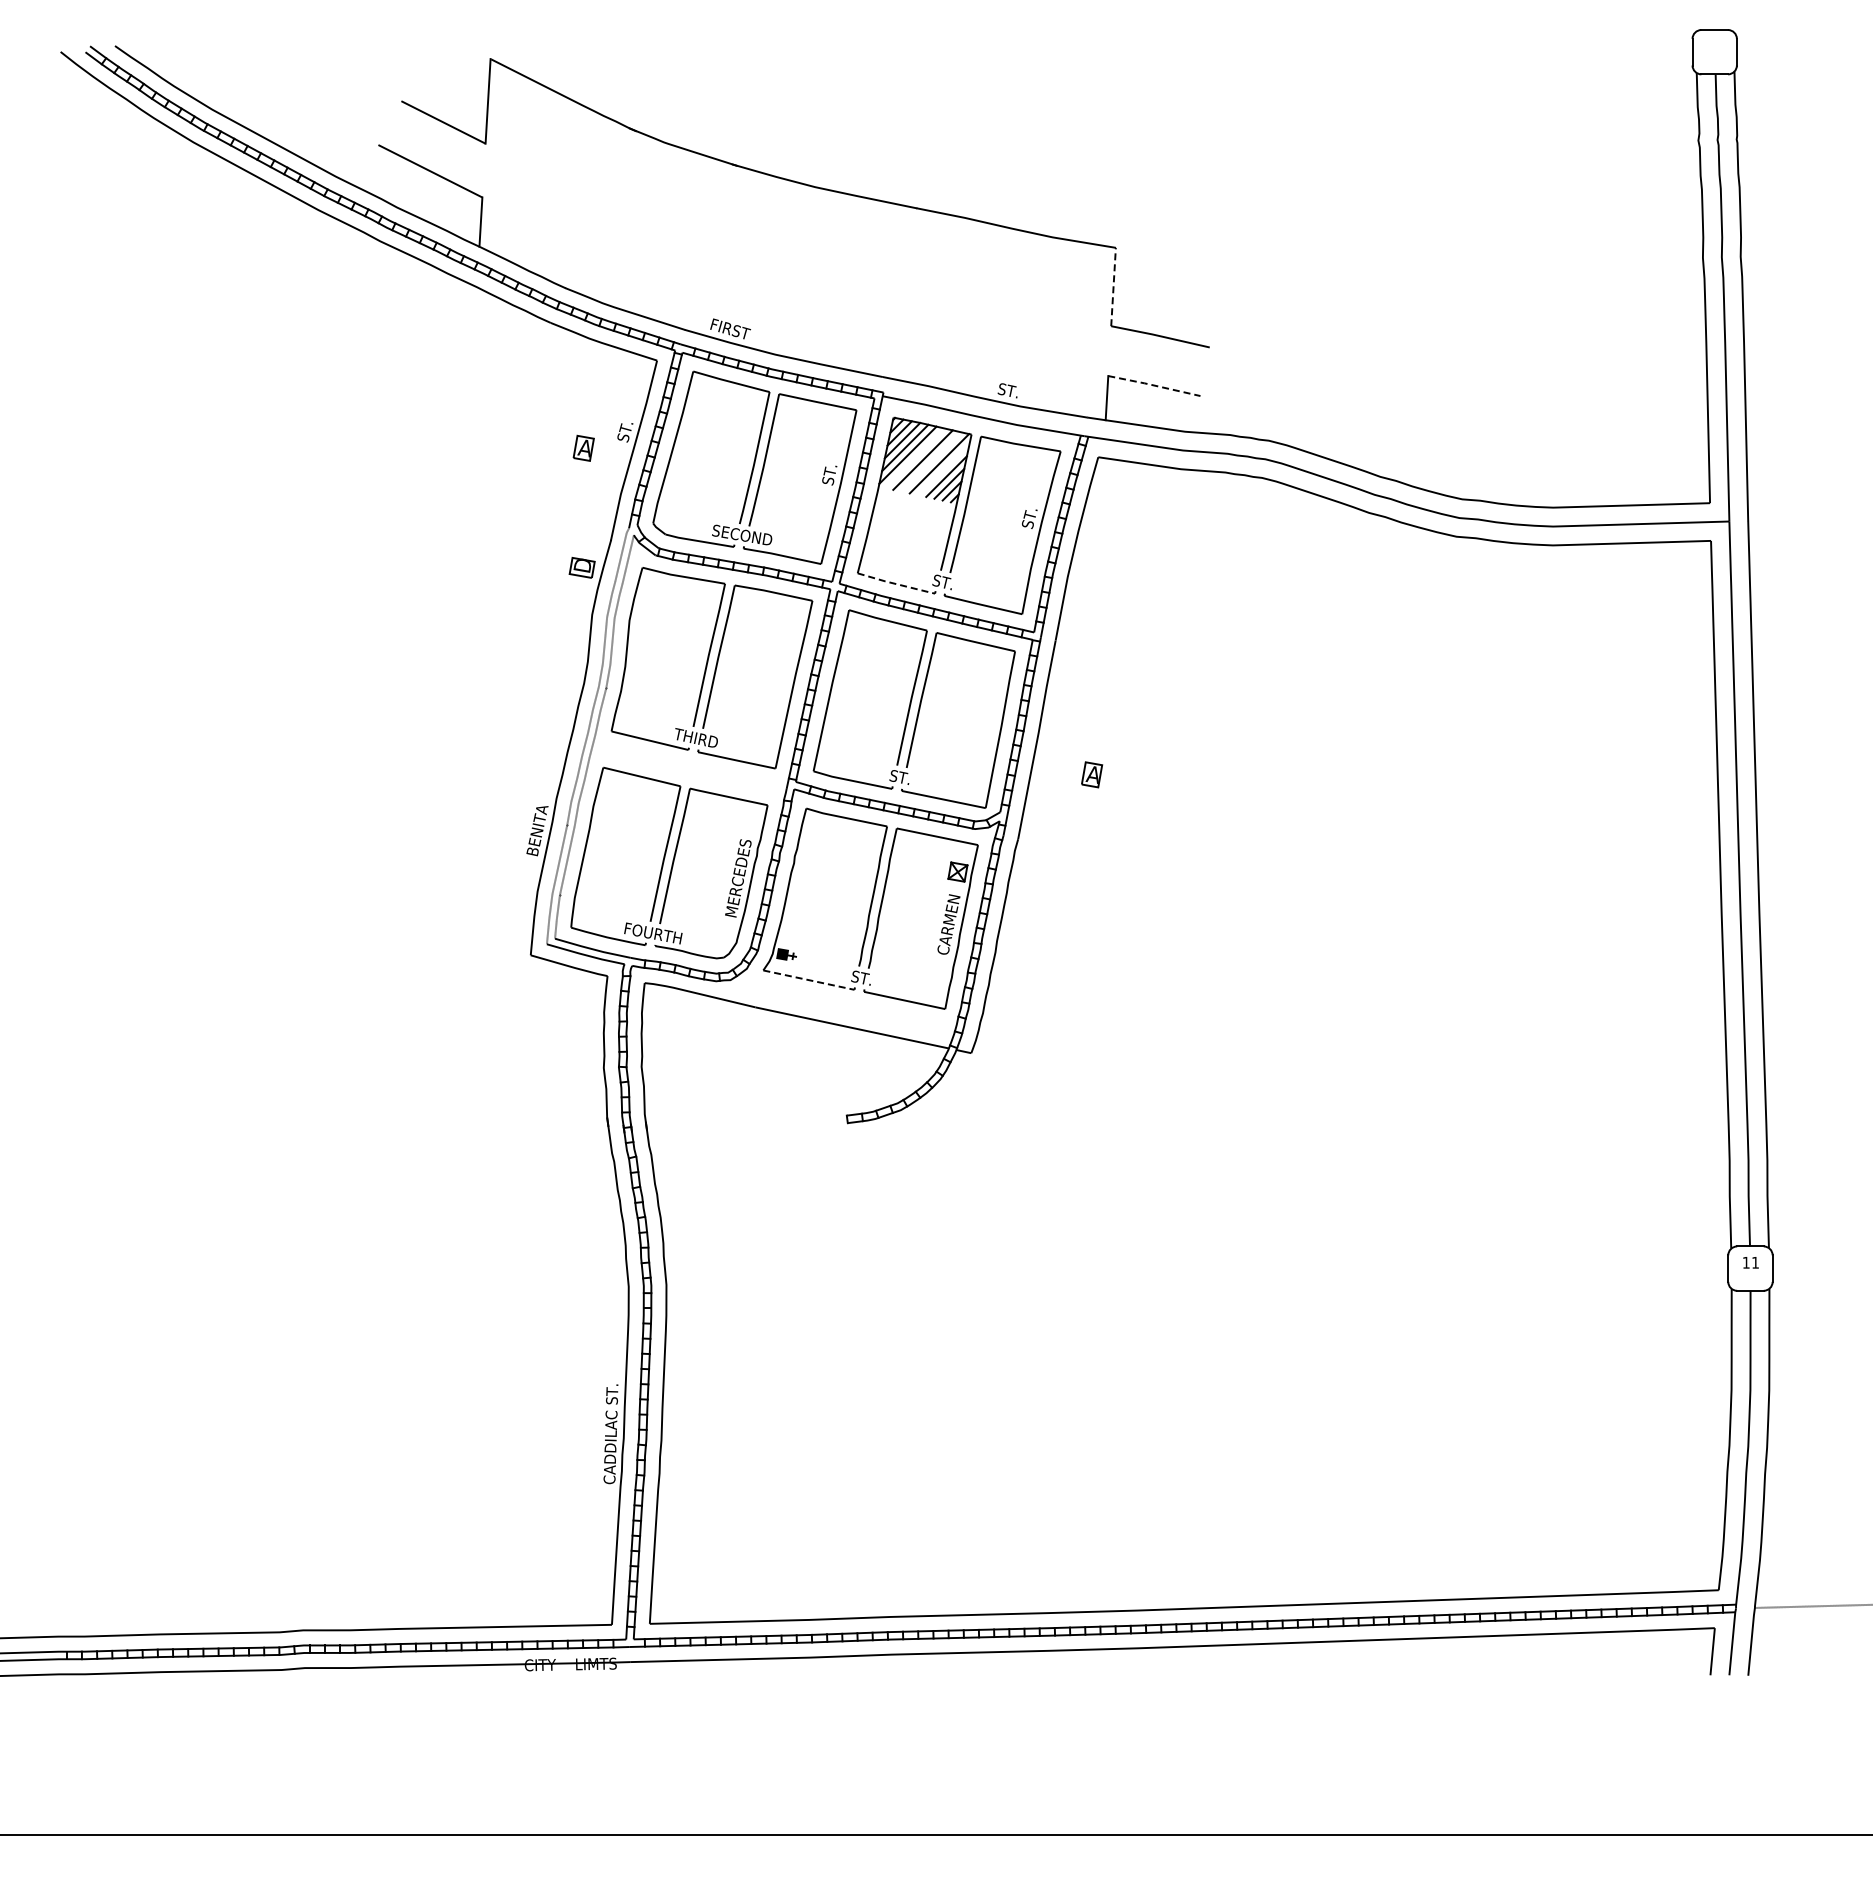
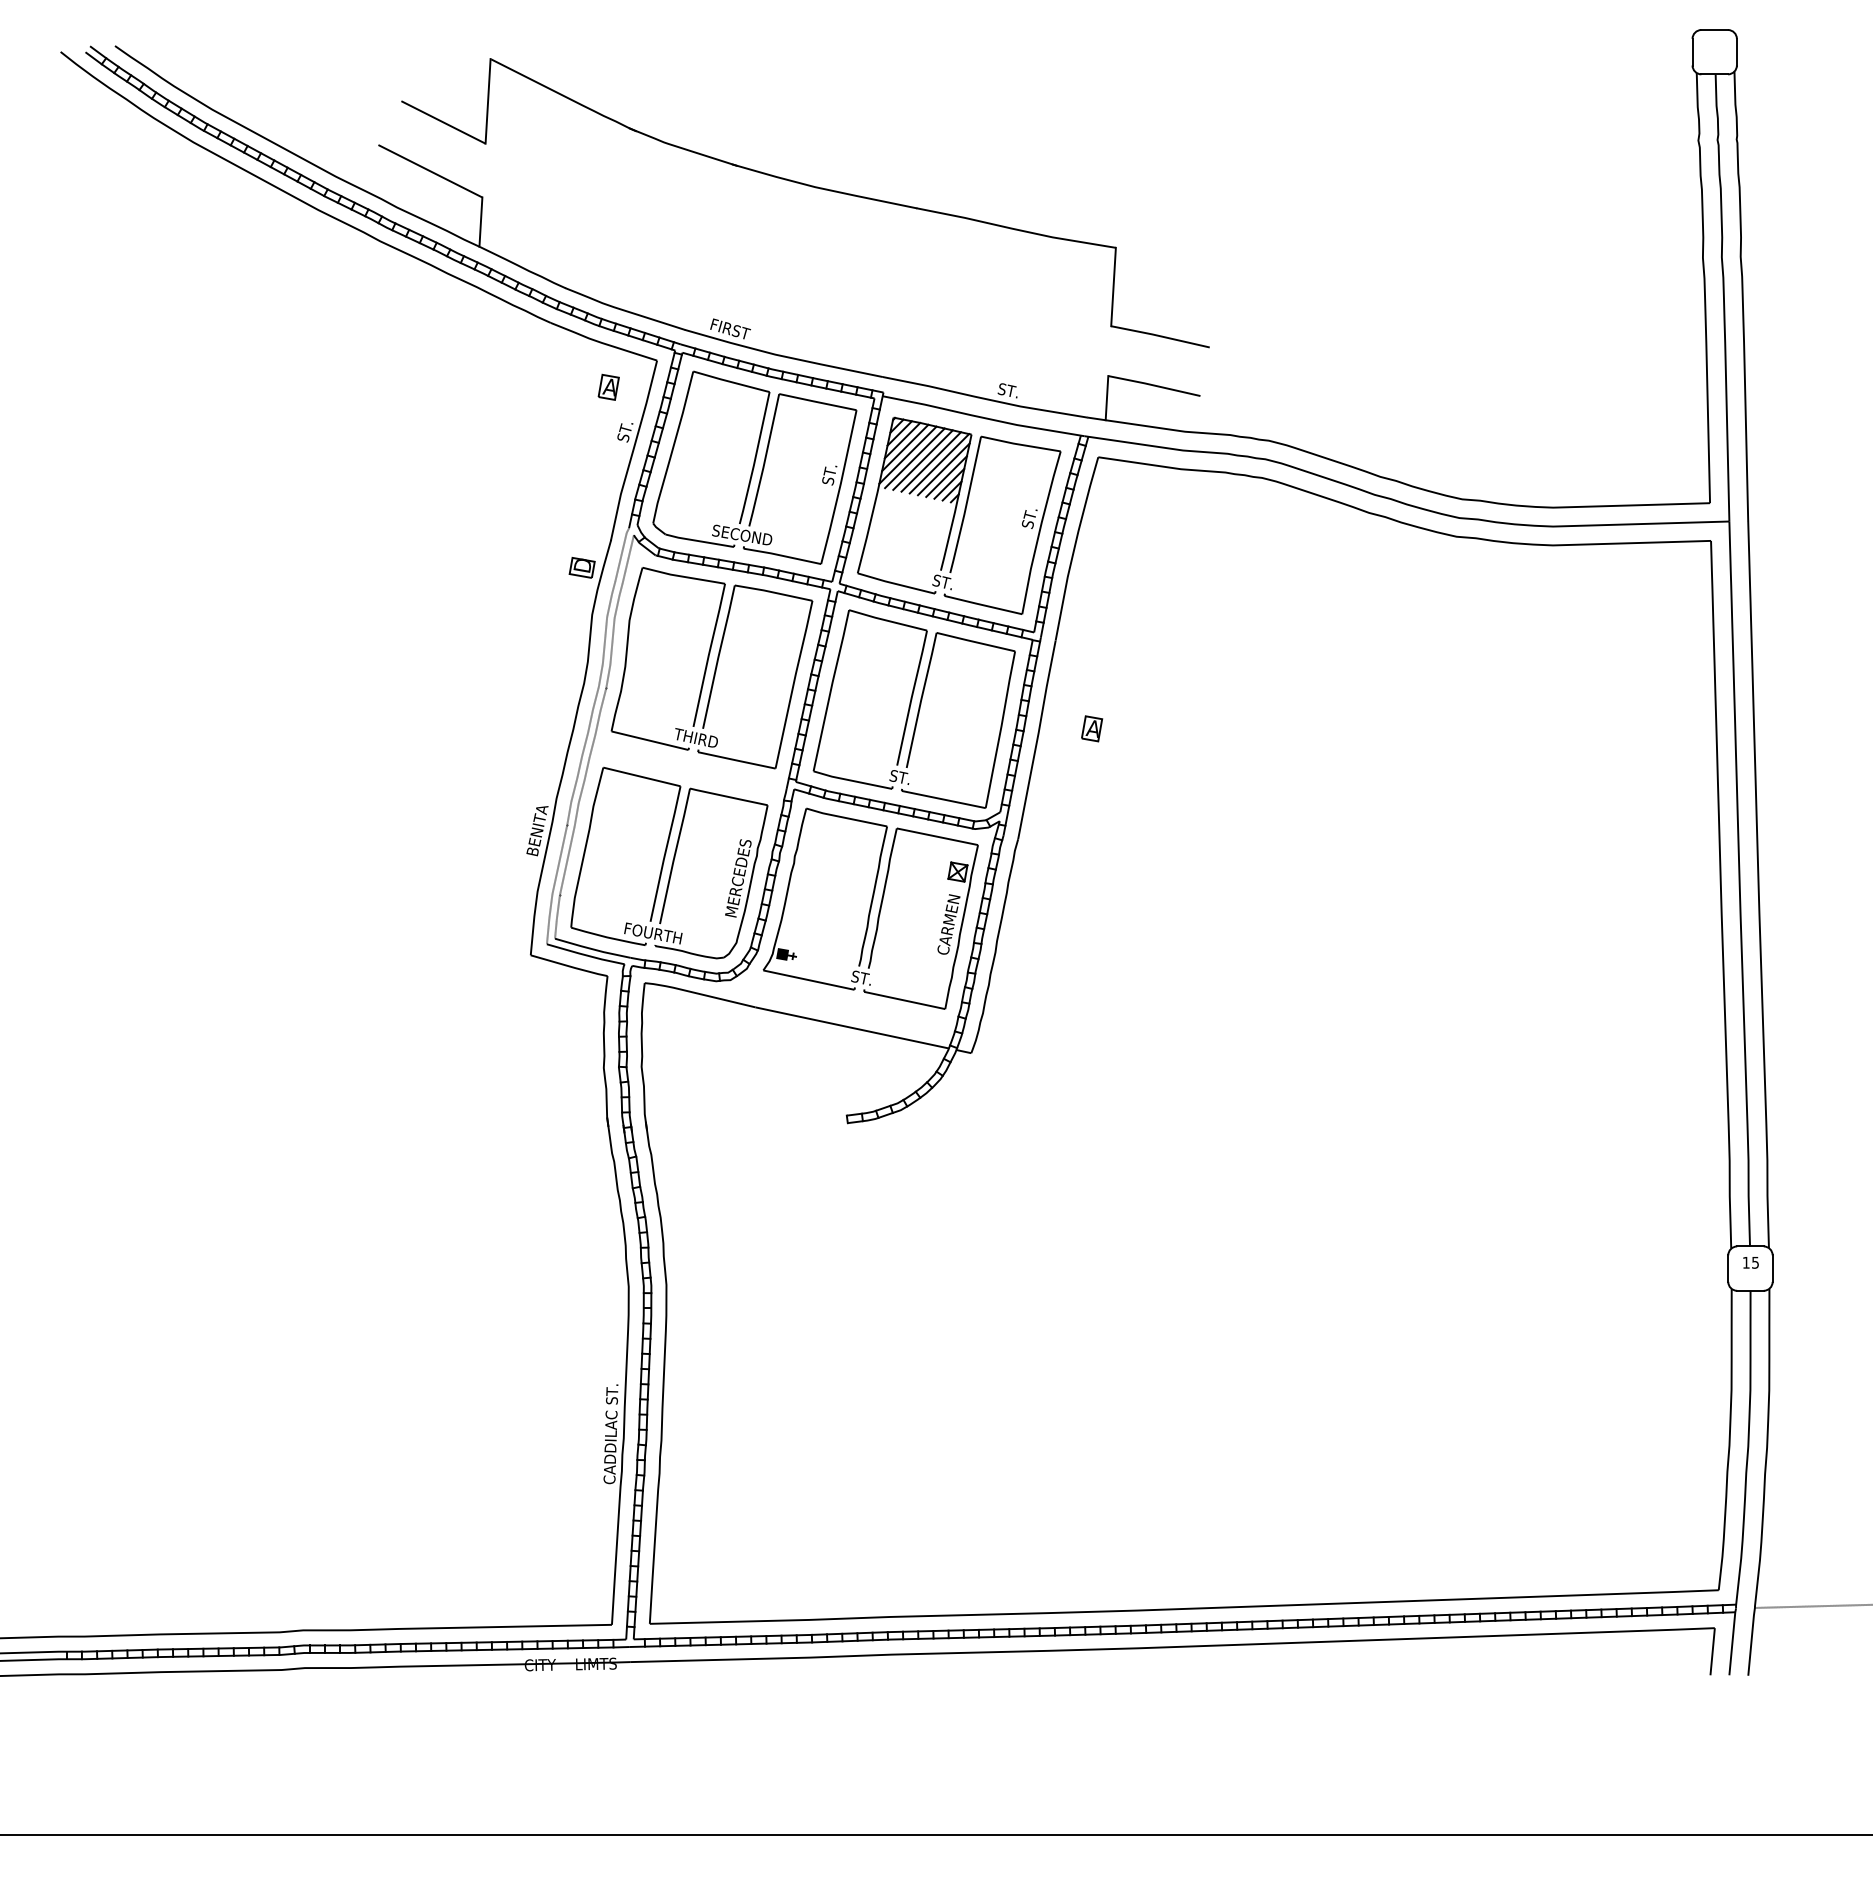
line at (1113, 286): dashed -> solid
line at (1154, 385): dashed -> solid
part at (583, 447) position: (583, 447) -> (608, 386)
line at (914, 458): none -> present
line at (930, 461): none -> present
line at (943, 469): none -> present
line at (896, 584): dashed -> solid
part at (1092, 774) position: (1092, 774) -> (1092, 728)
line at (808, 980): dashed -> solid
text at (1755, 1262): 11 -> 15
